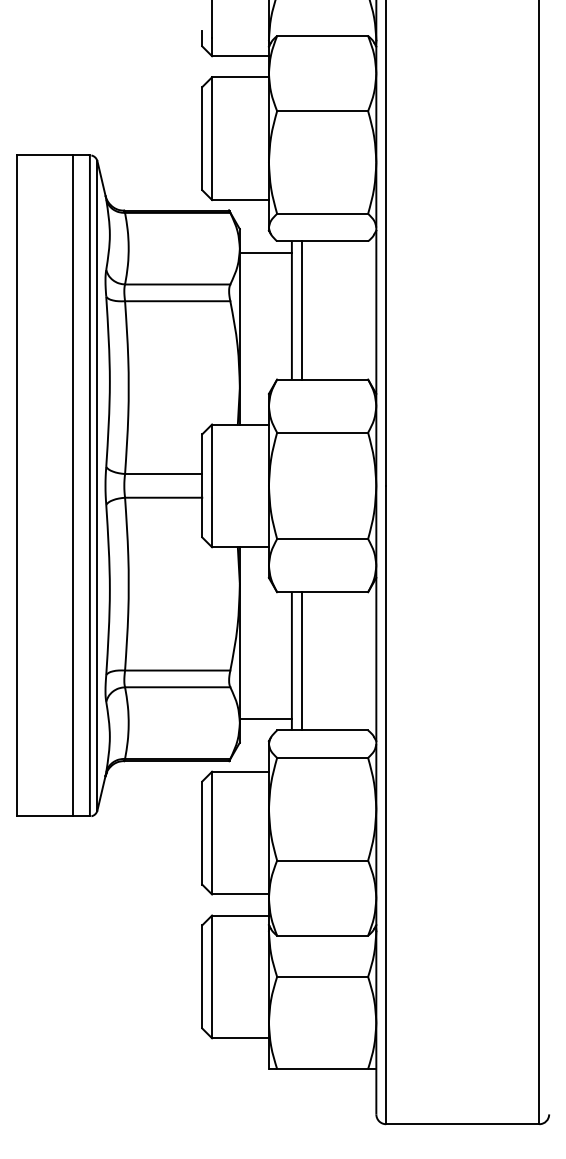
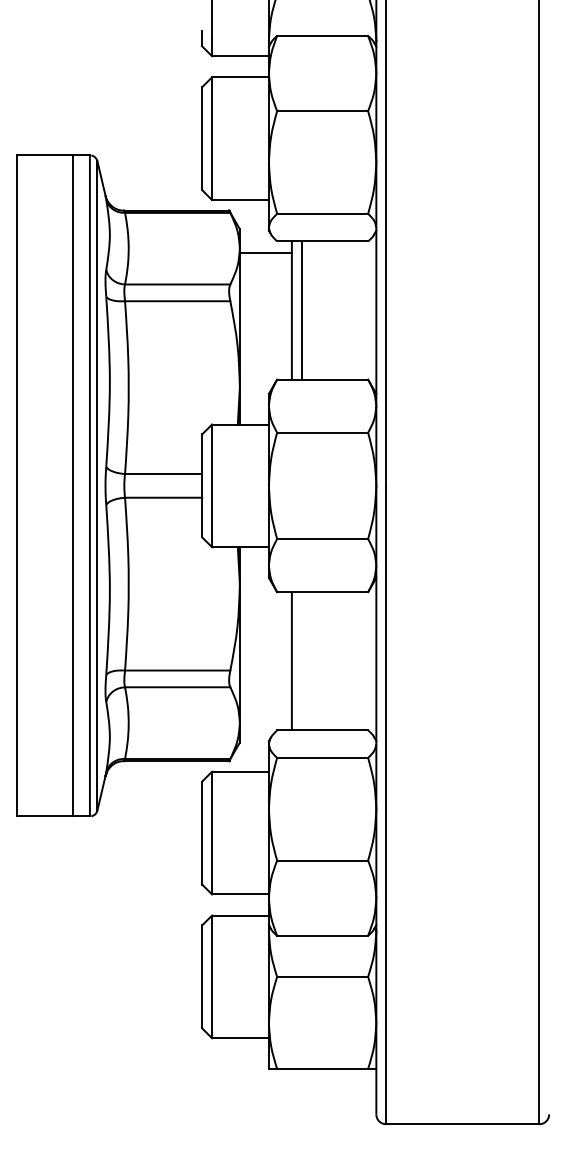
line at (301, 661): present -> none
line at (265, 719): present -> none
